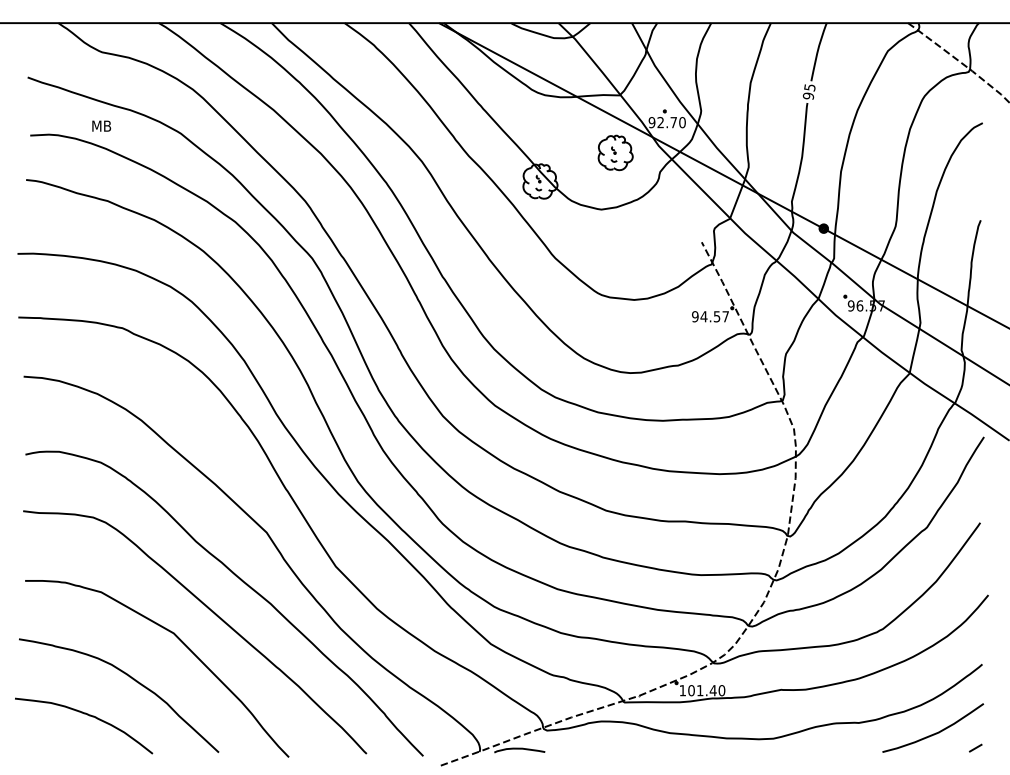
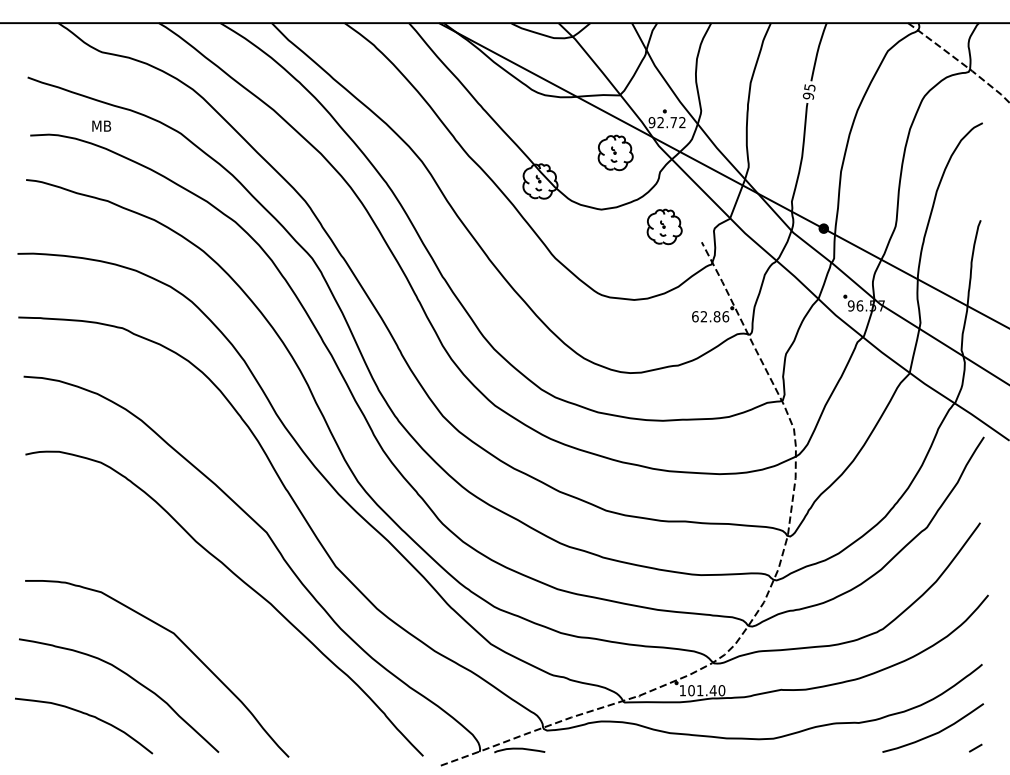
text at (682, 122): 92.70 -> 92.72
part at (664, 226): none -> present
text at (710, 316): 94.57 -> 62.86
curve at (209, 610): present -> none
